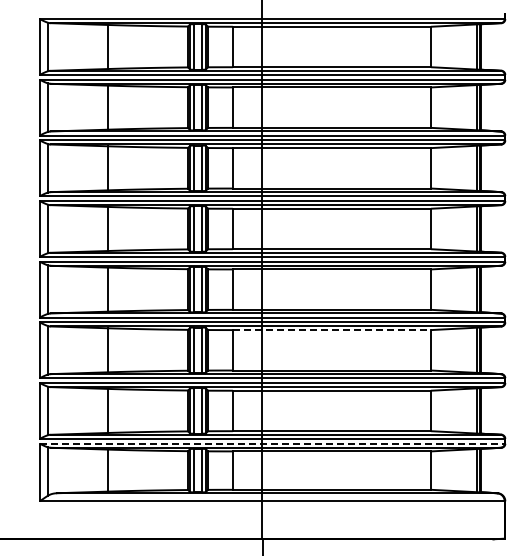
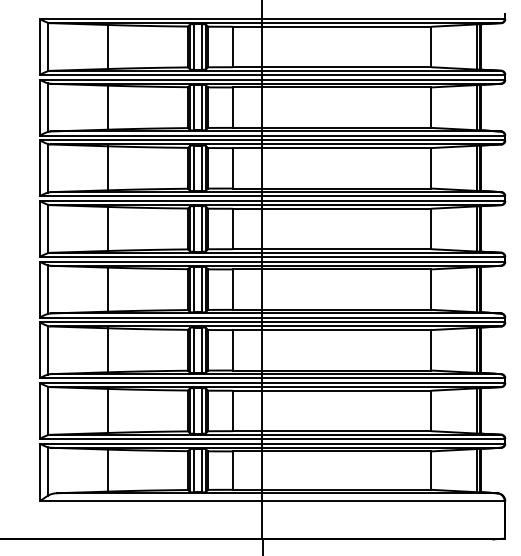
line at (332, 330): dashed -> solid
line at (272, 443): dashed -> solid
